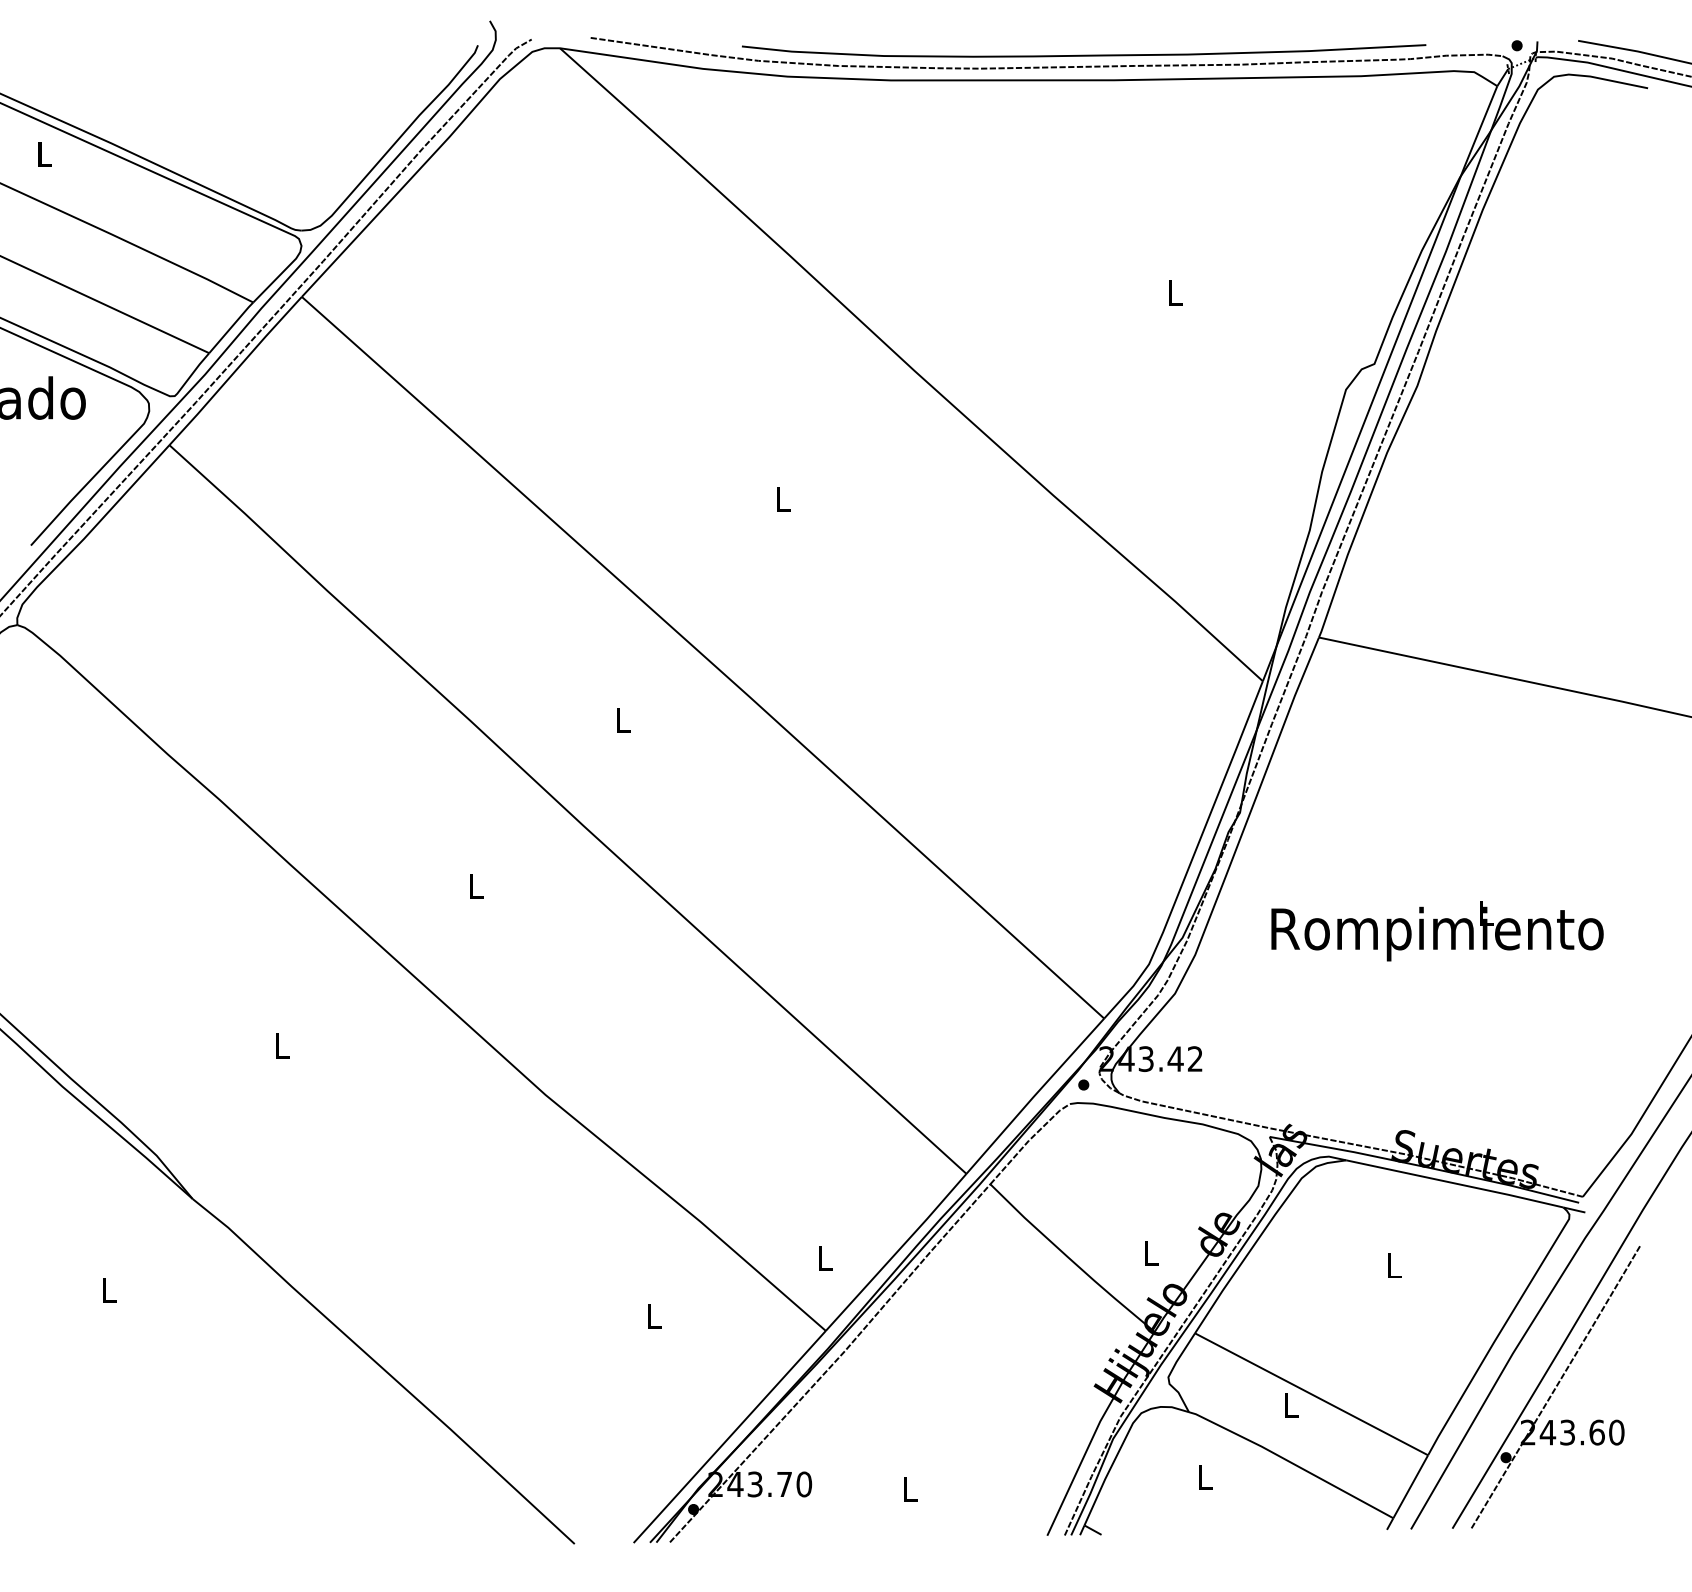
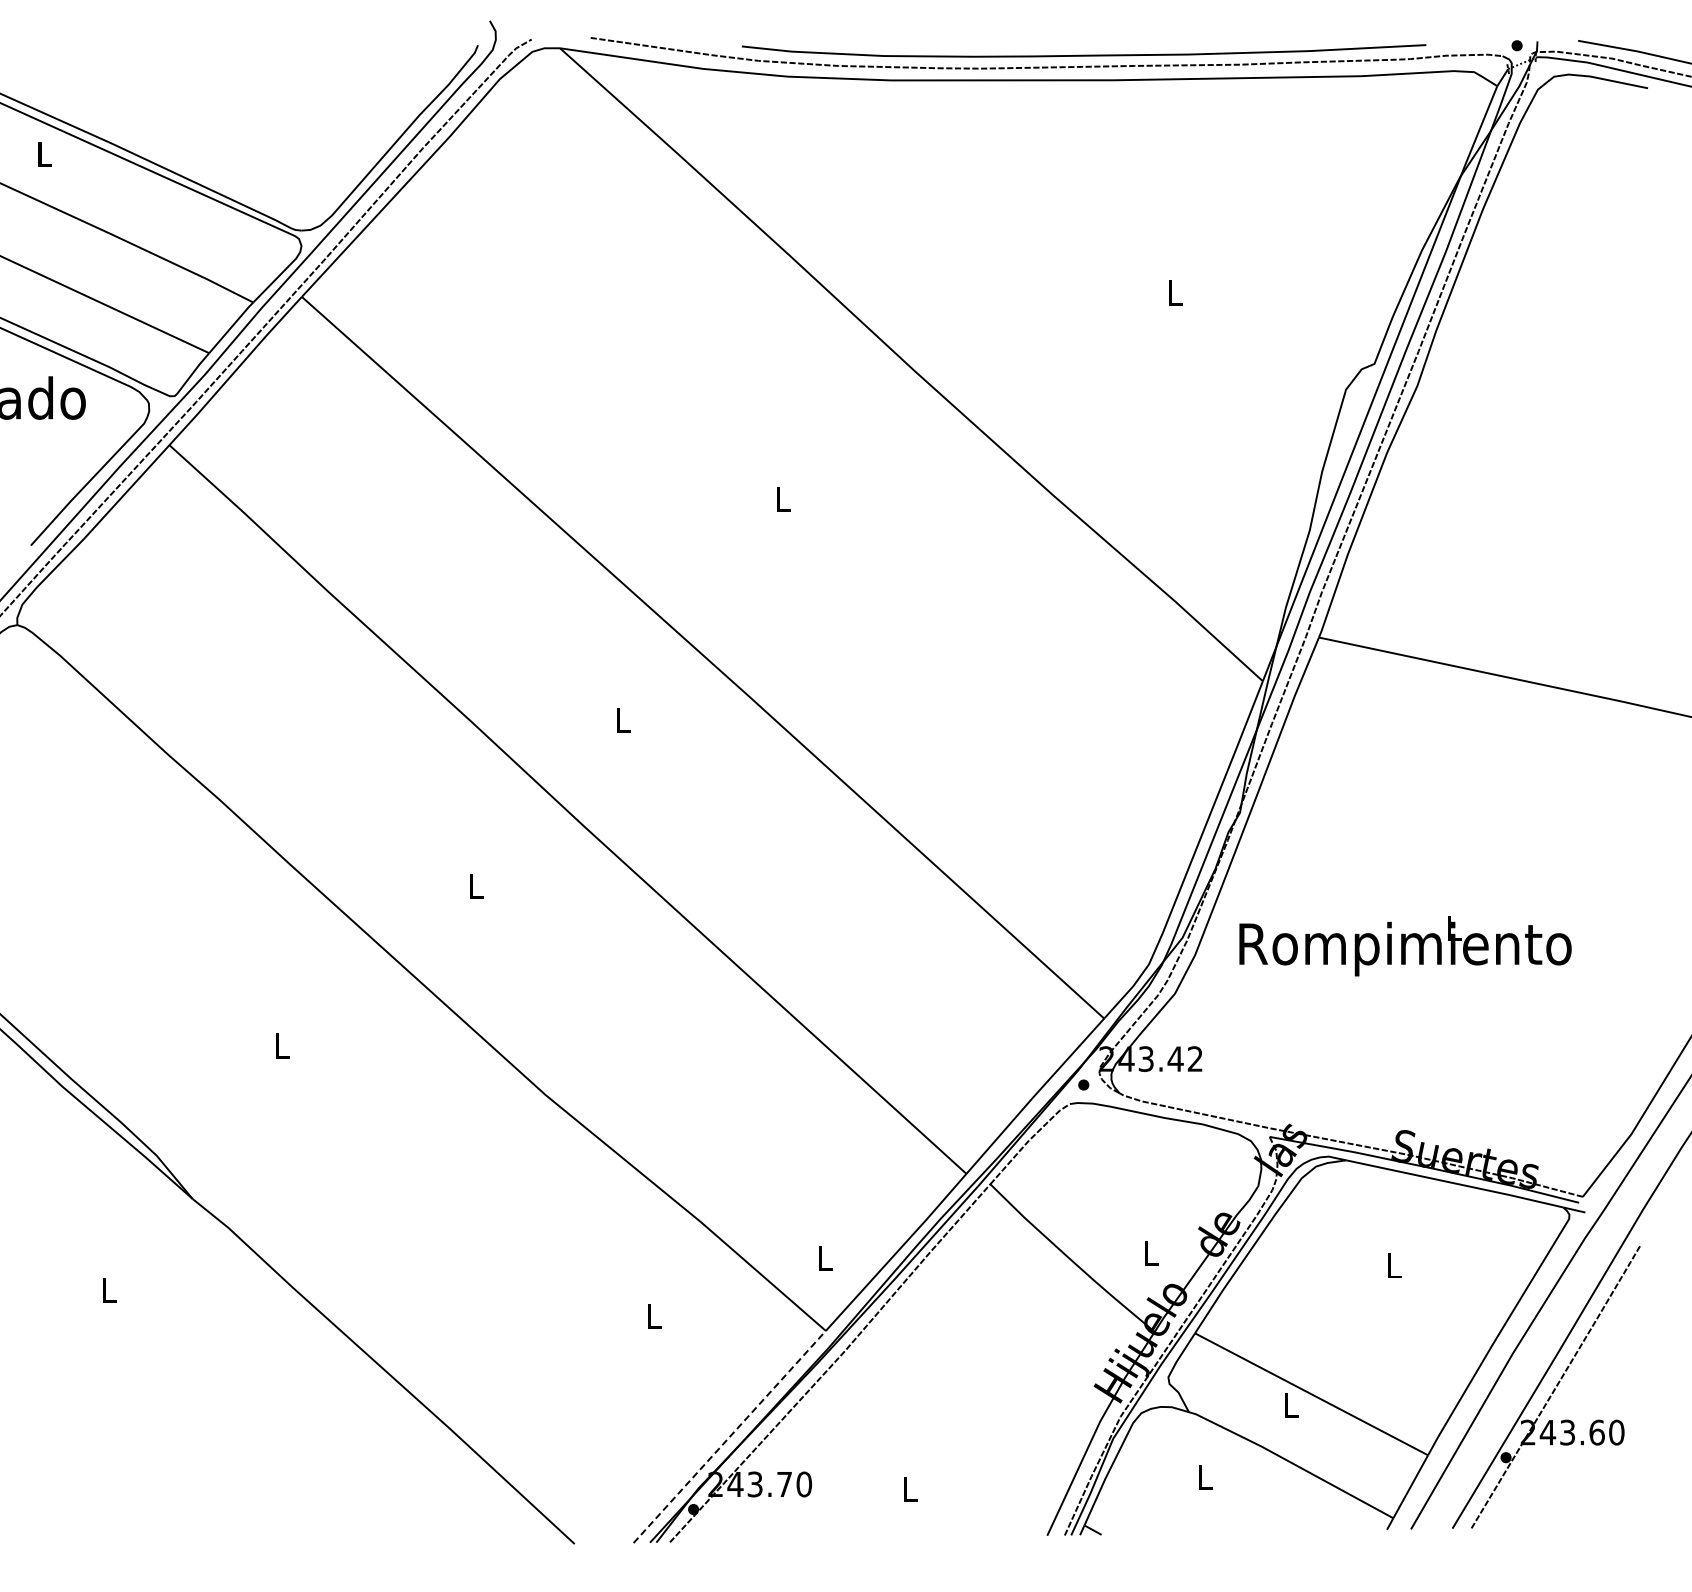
text at (1437, 931) position: (1437, 931) -> (1405, 946)
line at (730, 1436): solid -> dashed
